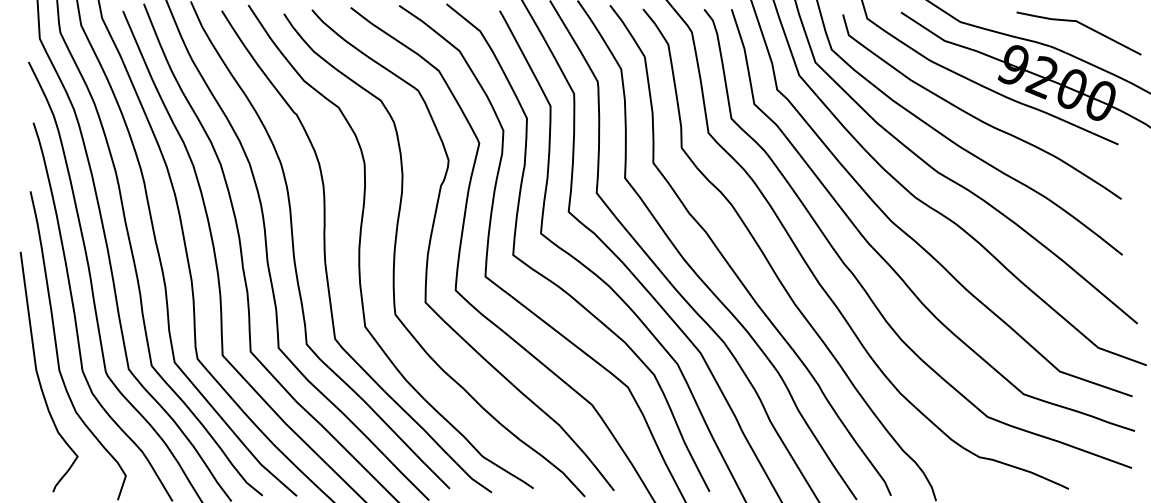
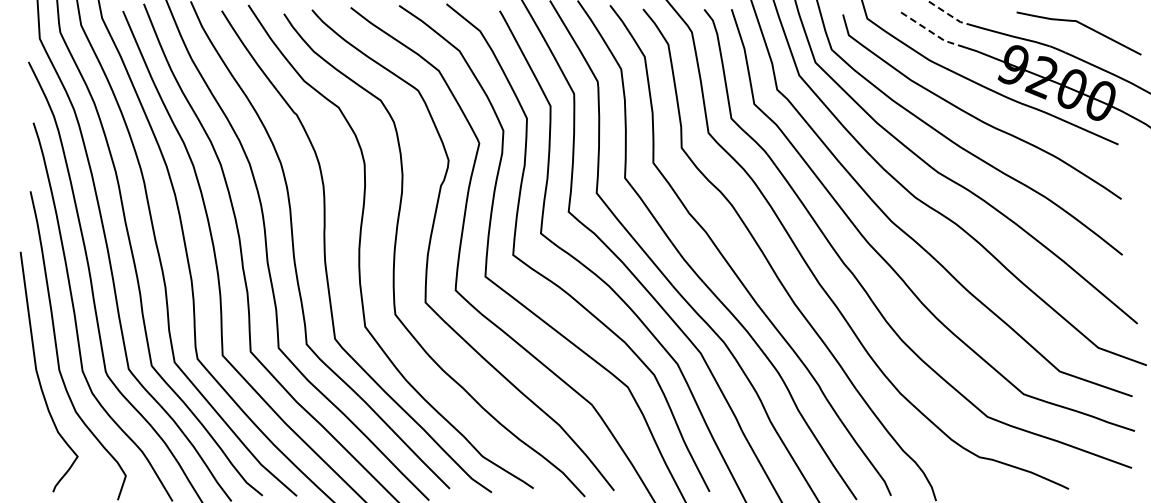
line at (947, 13): solid -> dashed
line at (930, 31): solid -> dashed
